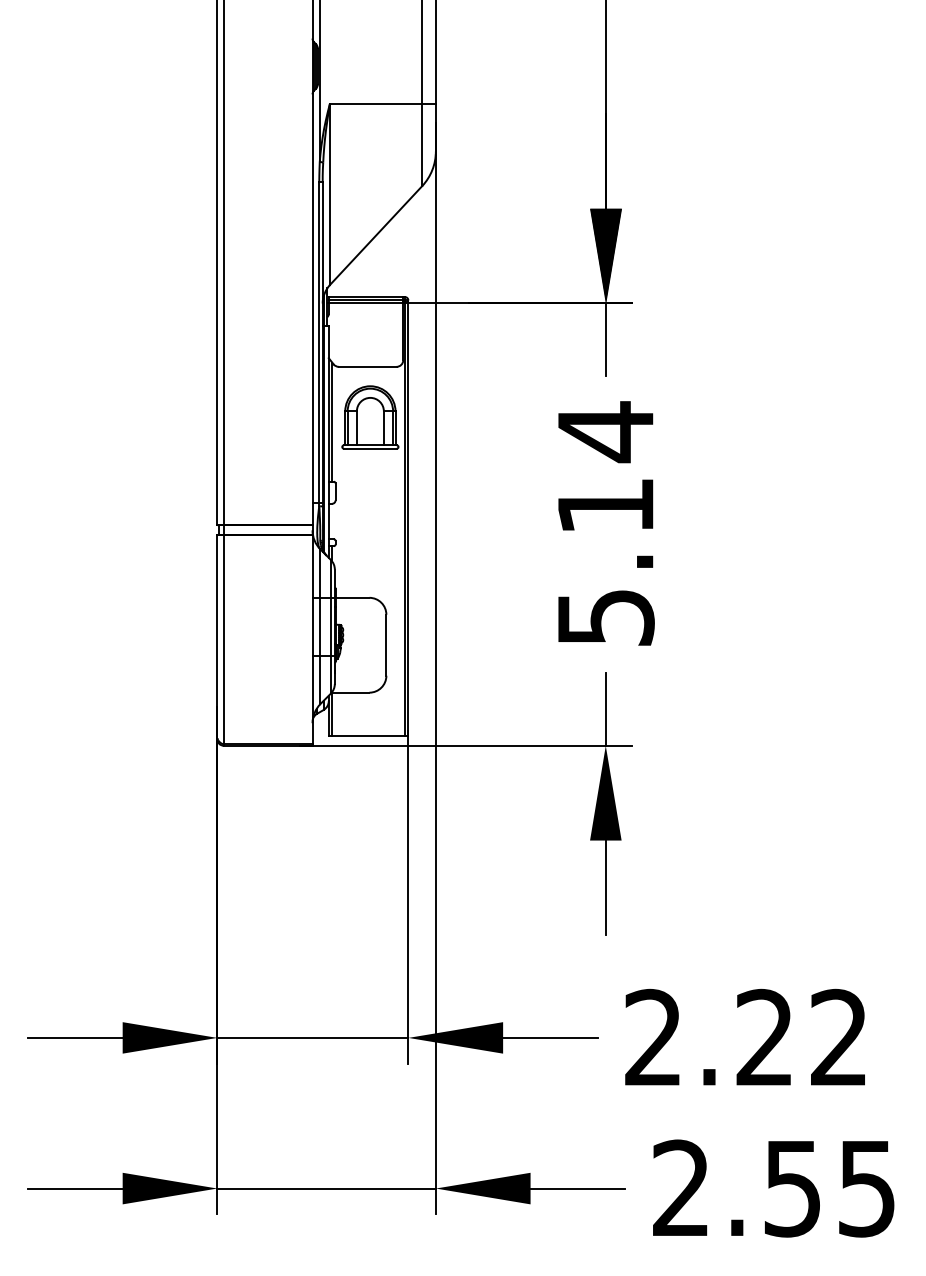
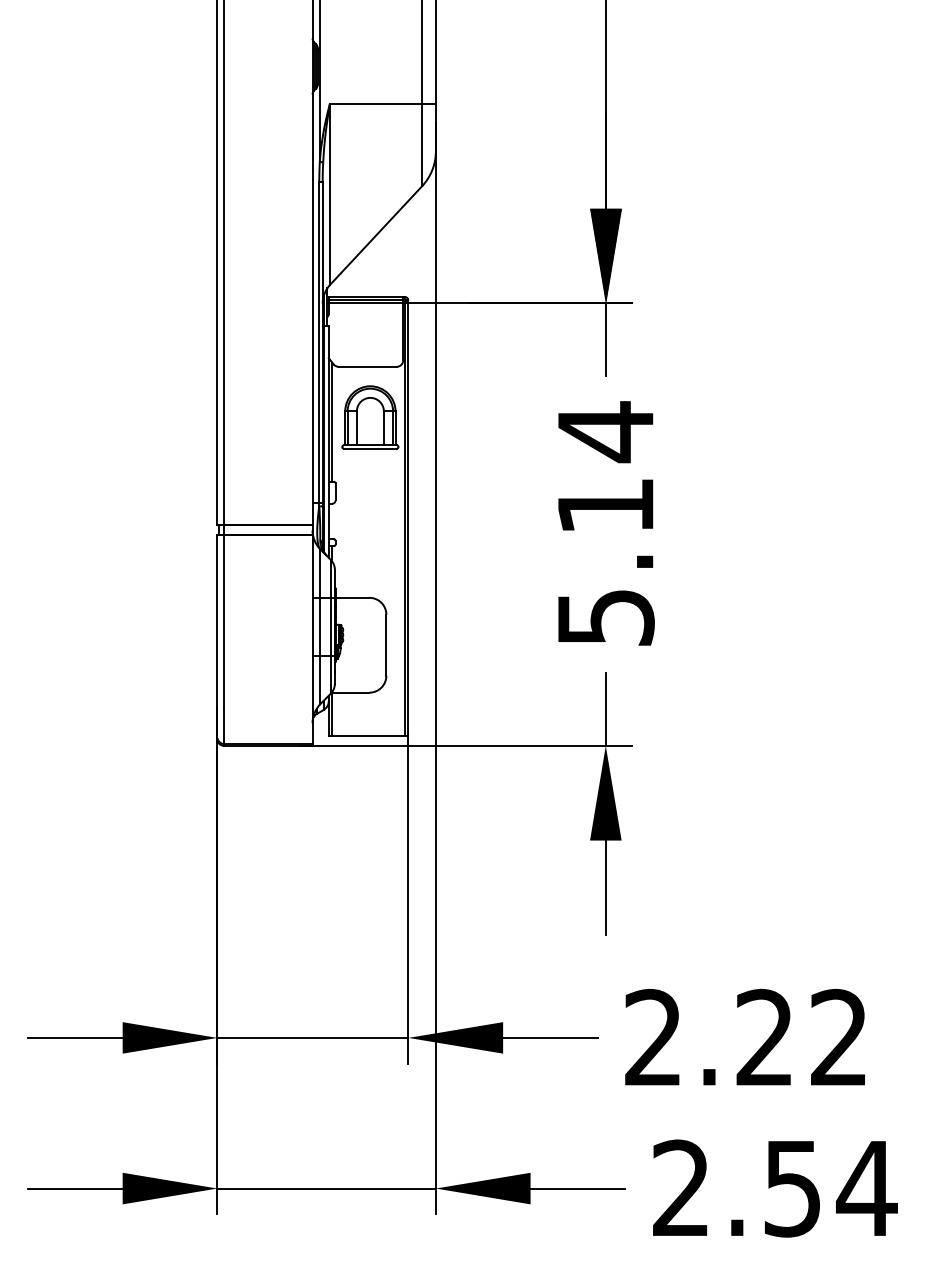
text at (866, 1189): 2.55 -> 2.54
